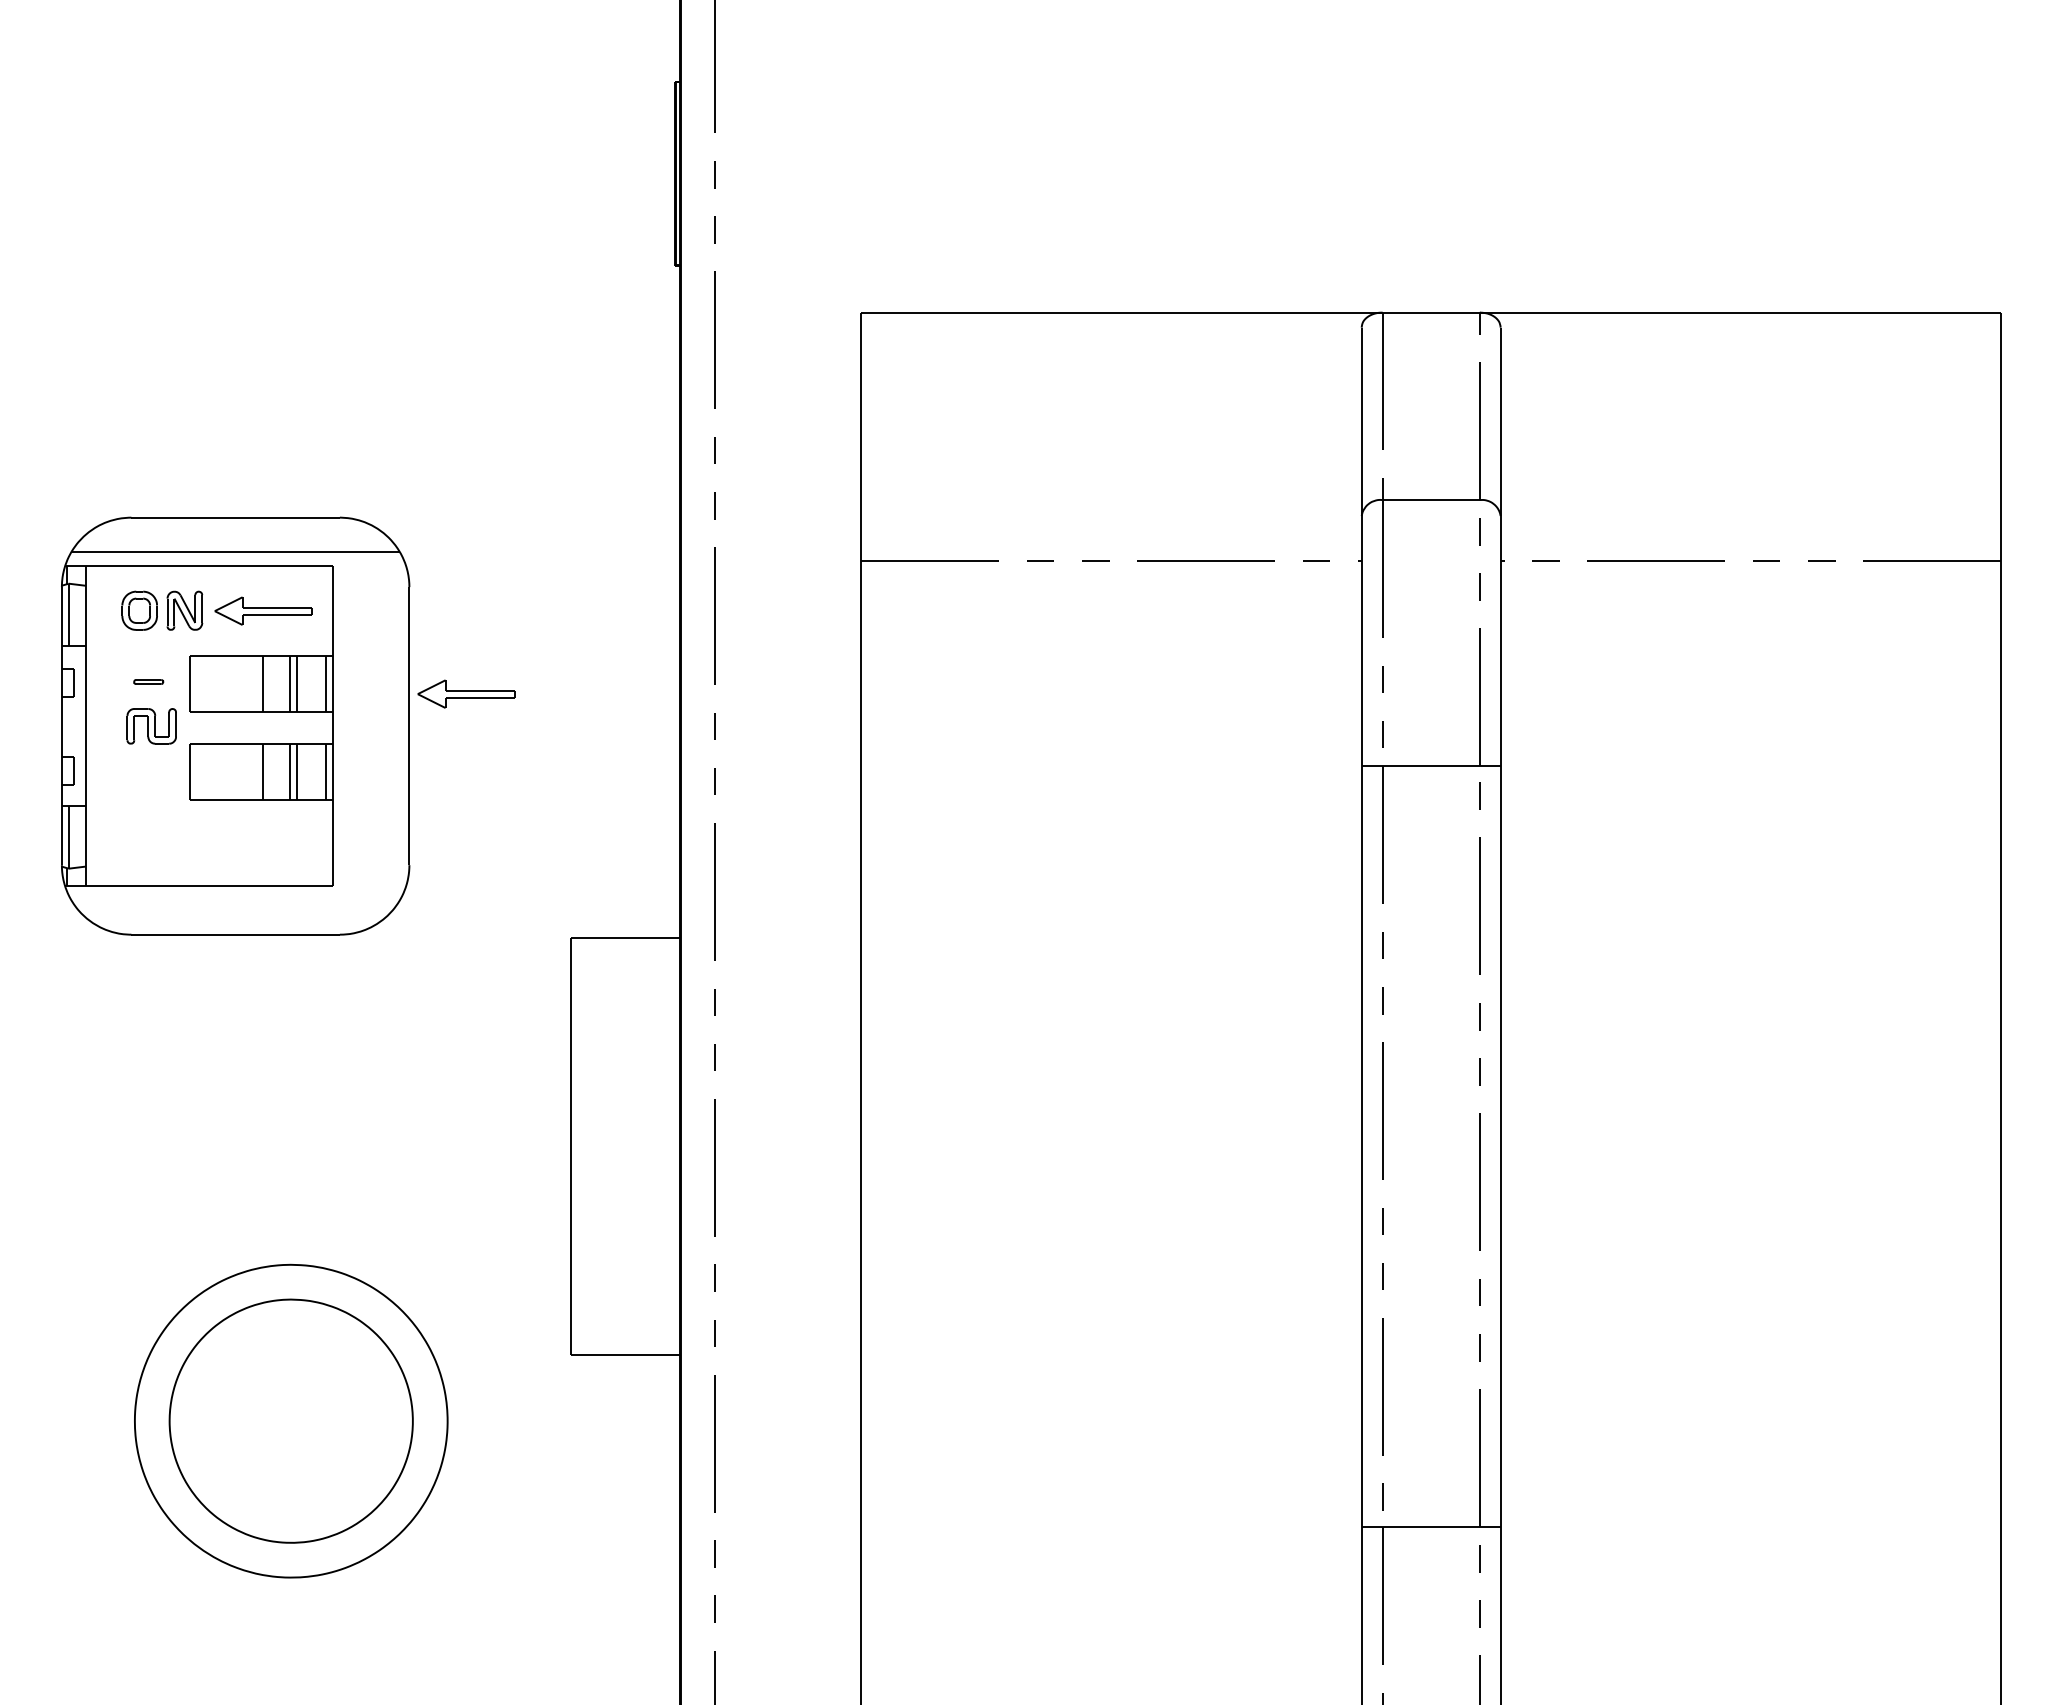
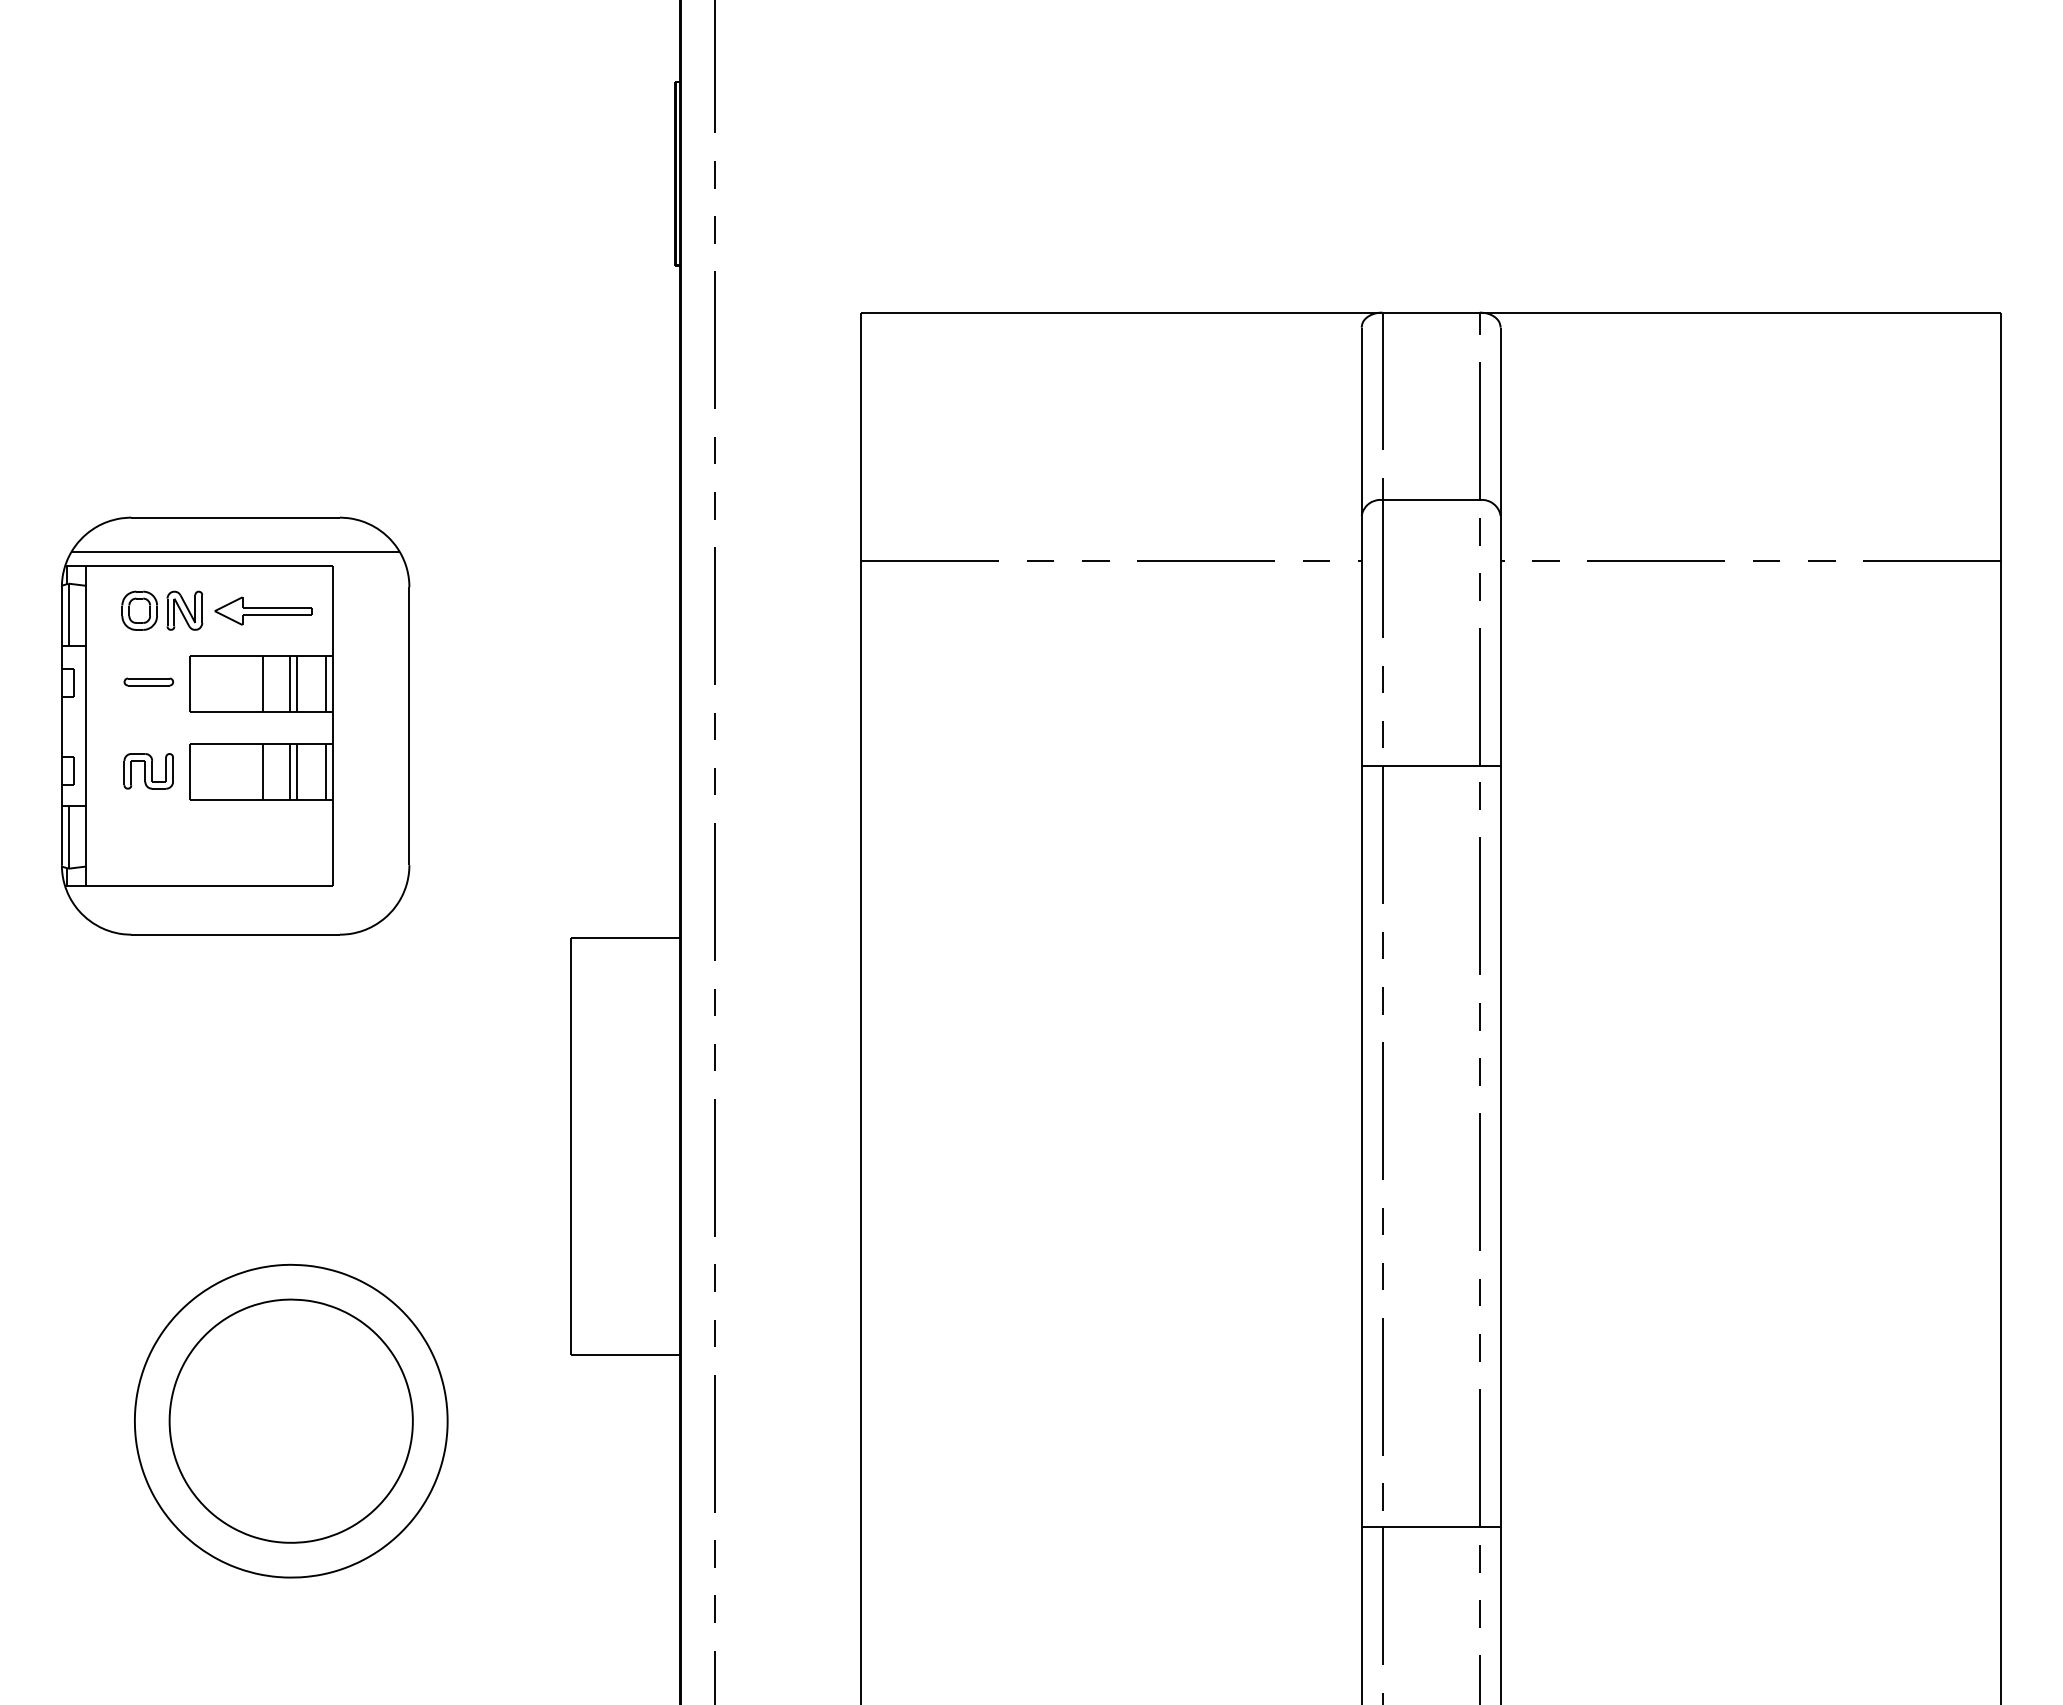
part at (148, 681) size: 32x6 px -> 51x10 px
part at (466, 693): present -> none
part at (151, 726) position: (151, 726) -> (148, 771)
